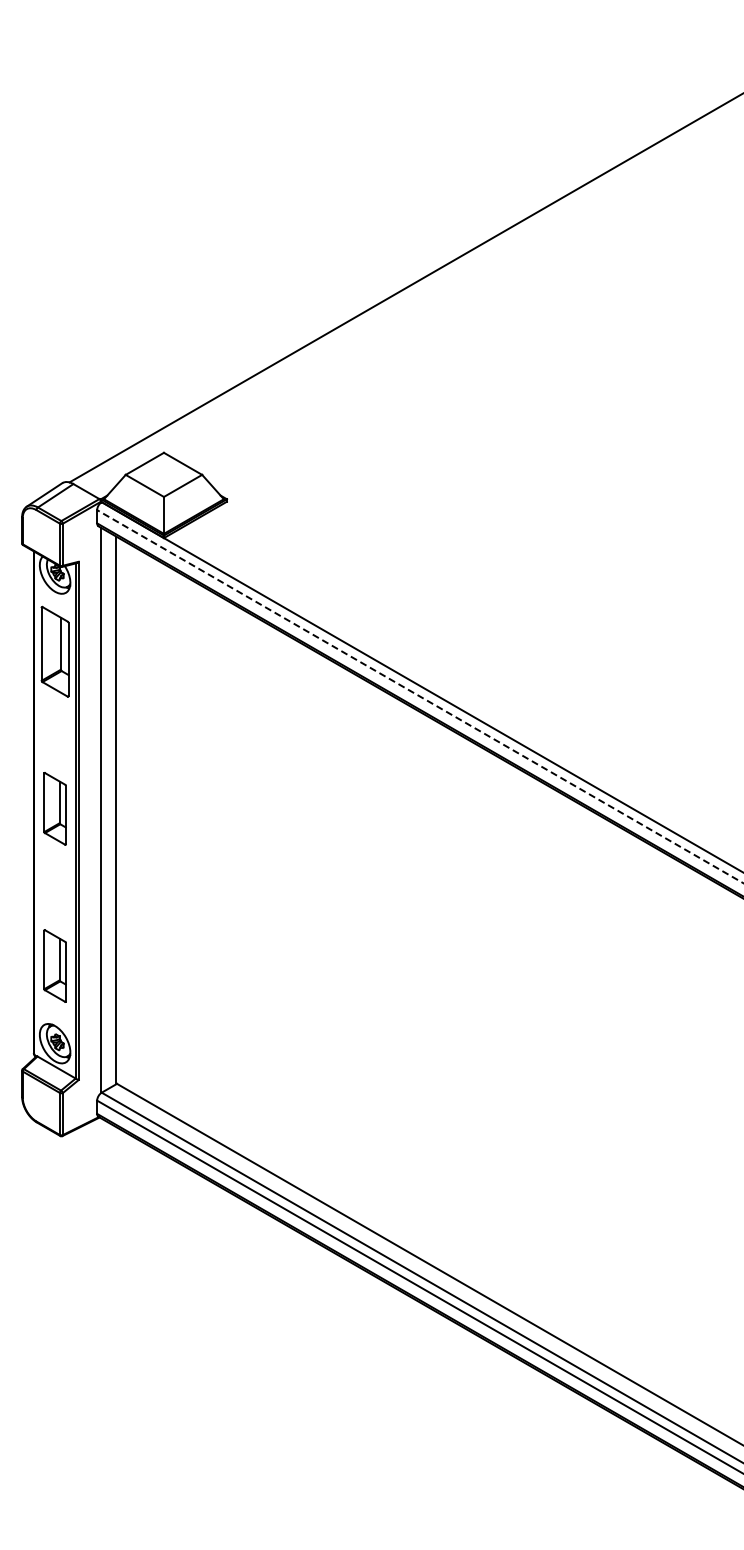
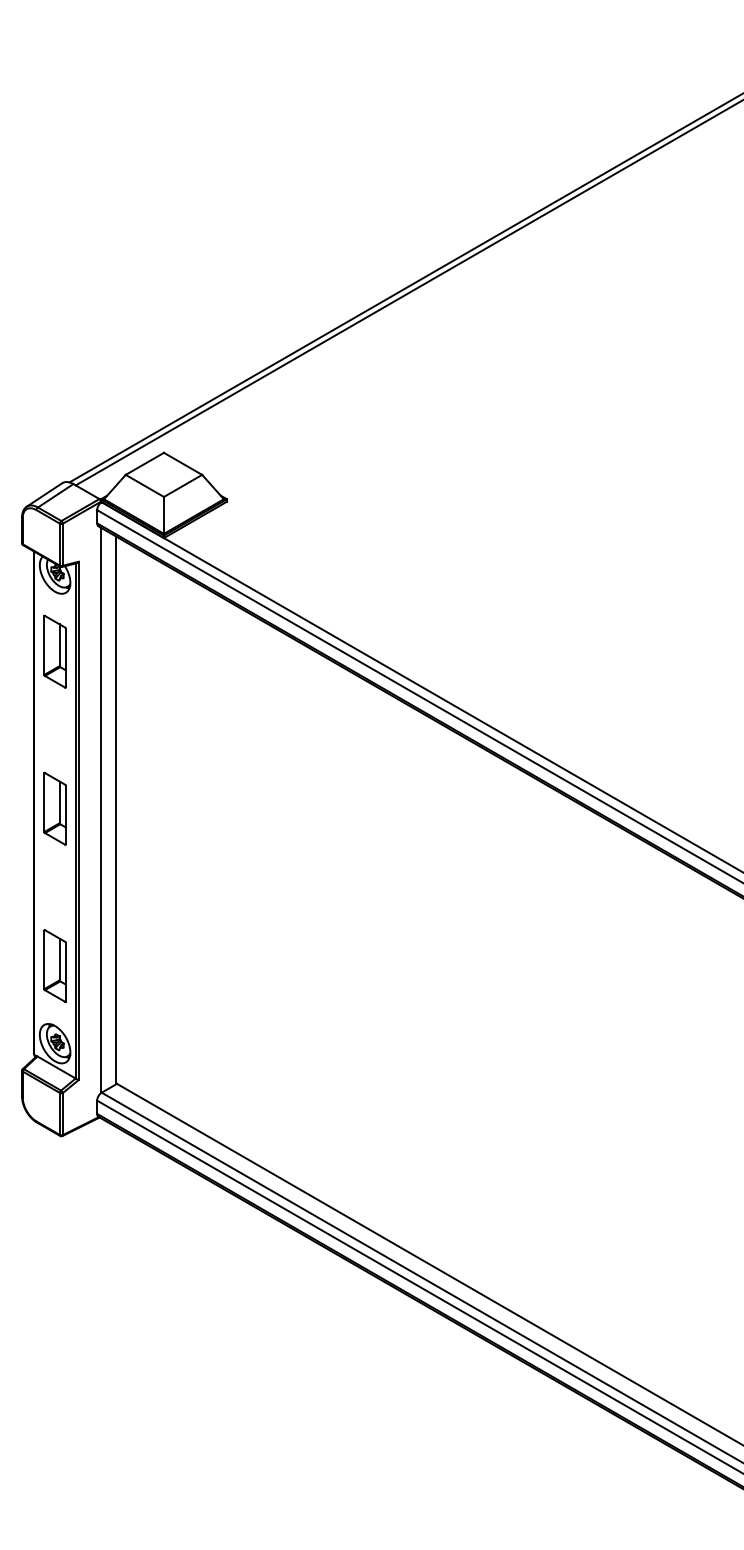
line at (407, 293): none -> present
part at (54, 651) size: 30x93 px -> 24x75 px
line at (420, 696): dashed -> solid
